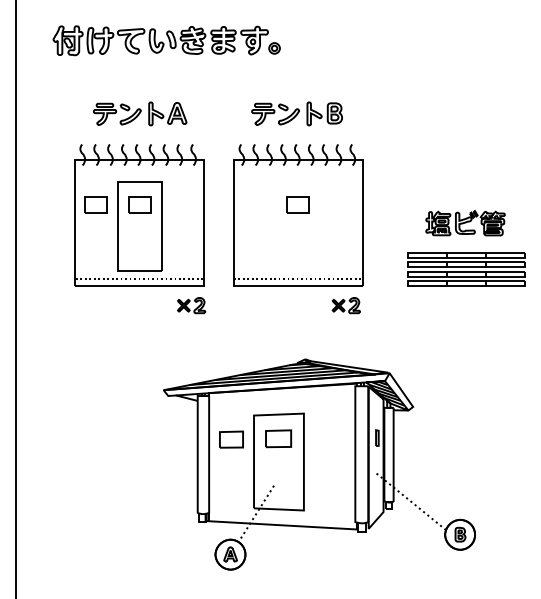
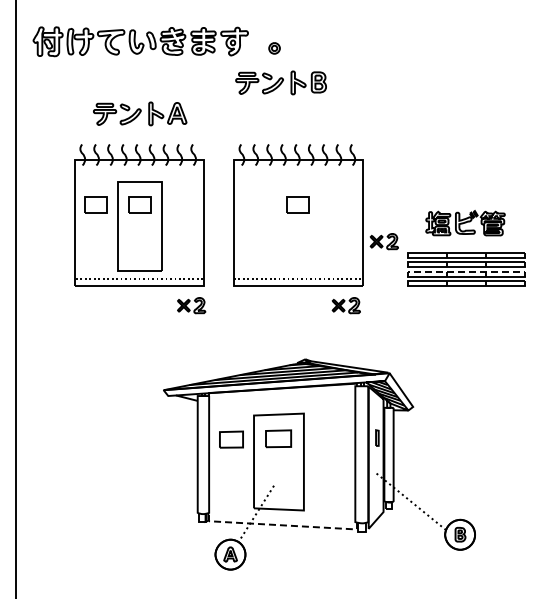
part at (160, 40) position: (160, 40) -> (140, 41)
part at (296, 113) position: (296, 113) -> (280, 82)
part at (383, 241): none -> present
line at (463, 271): solid -> dashed
line at (281, 525): solid -> dashed
